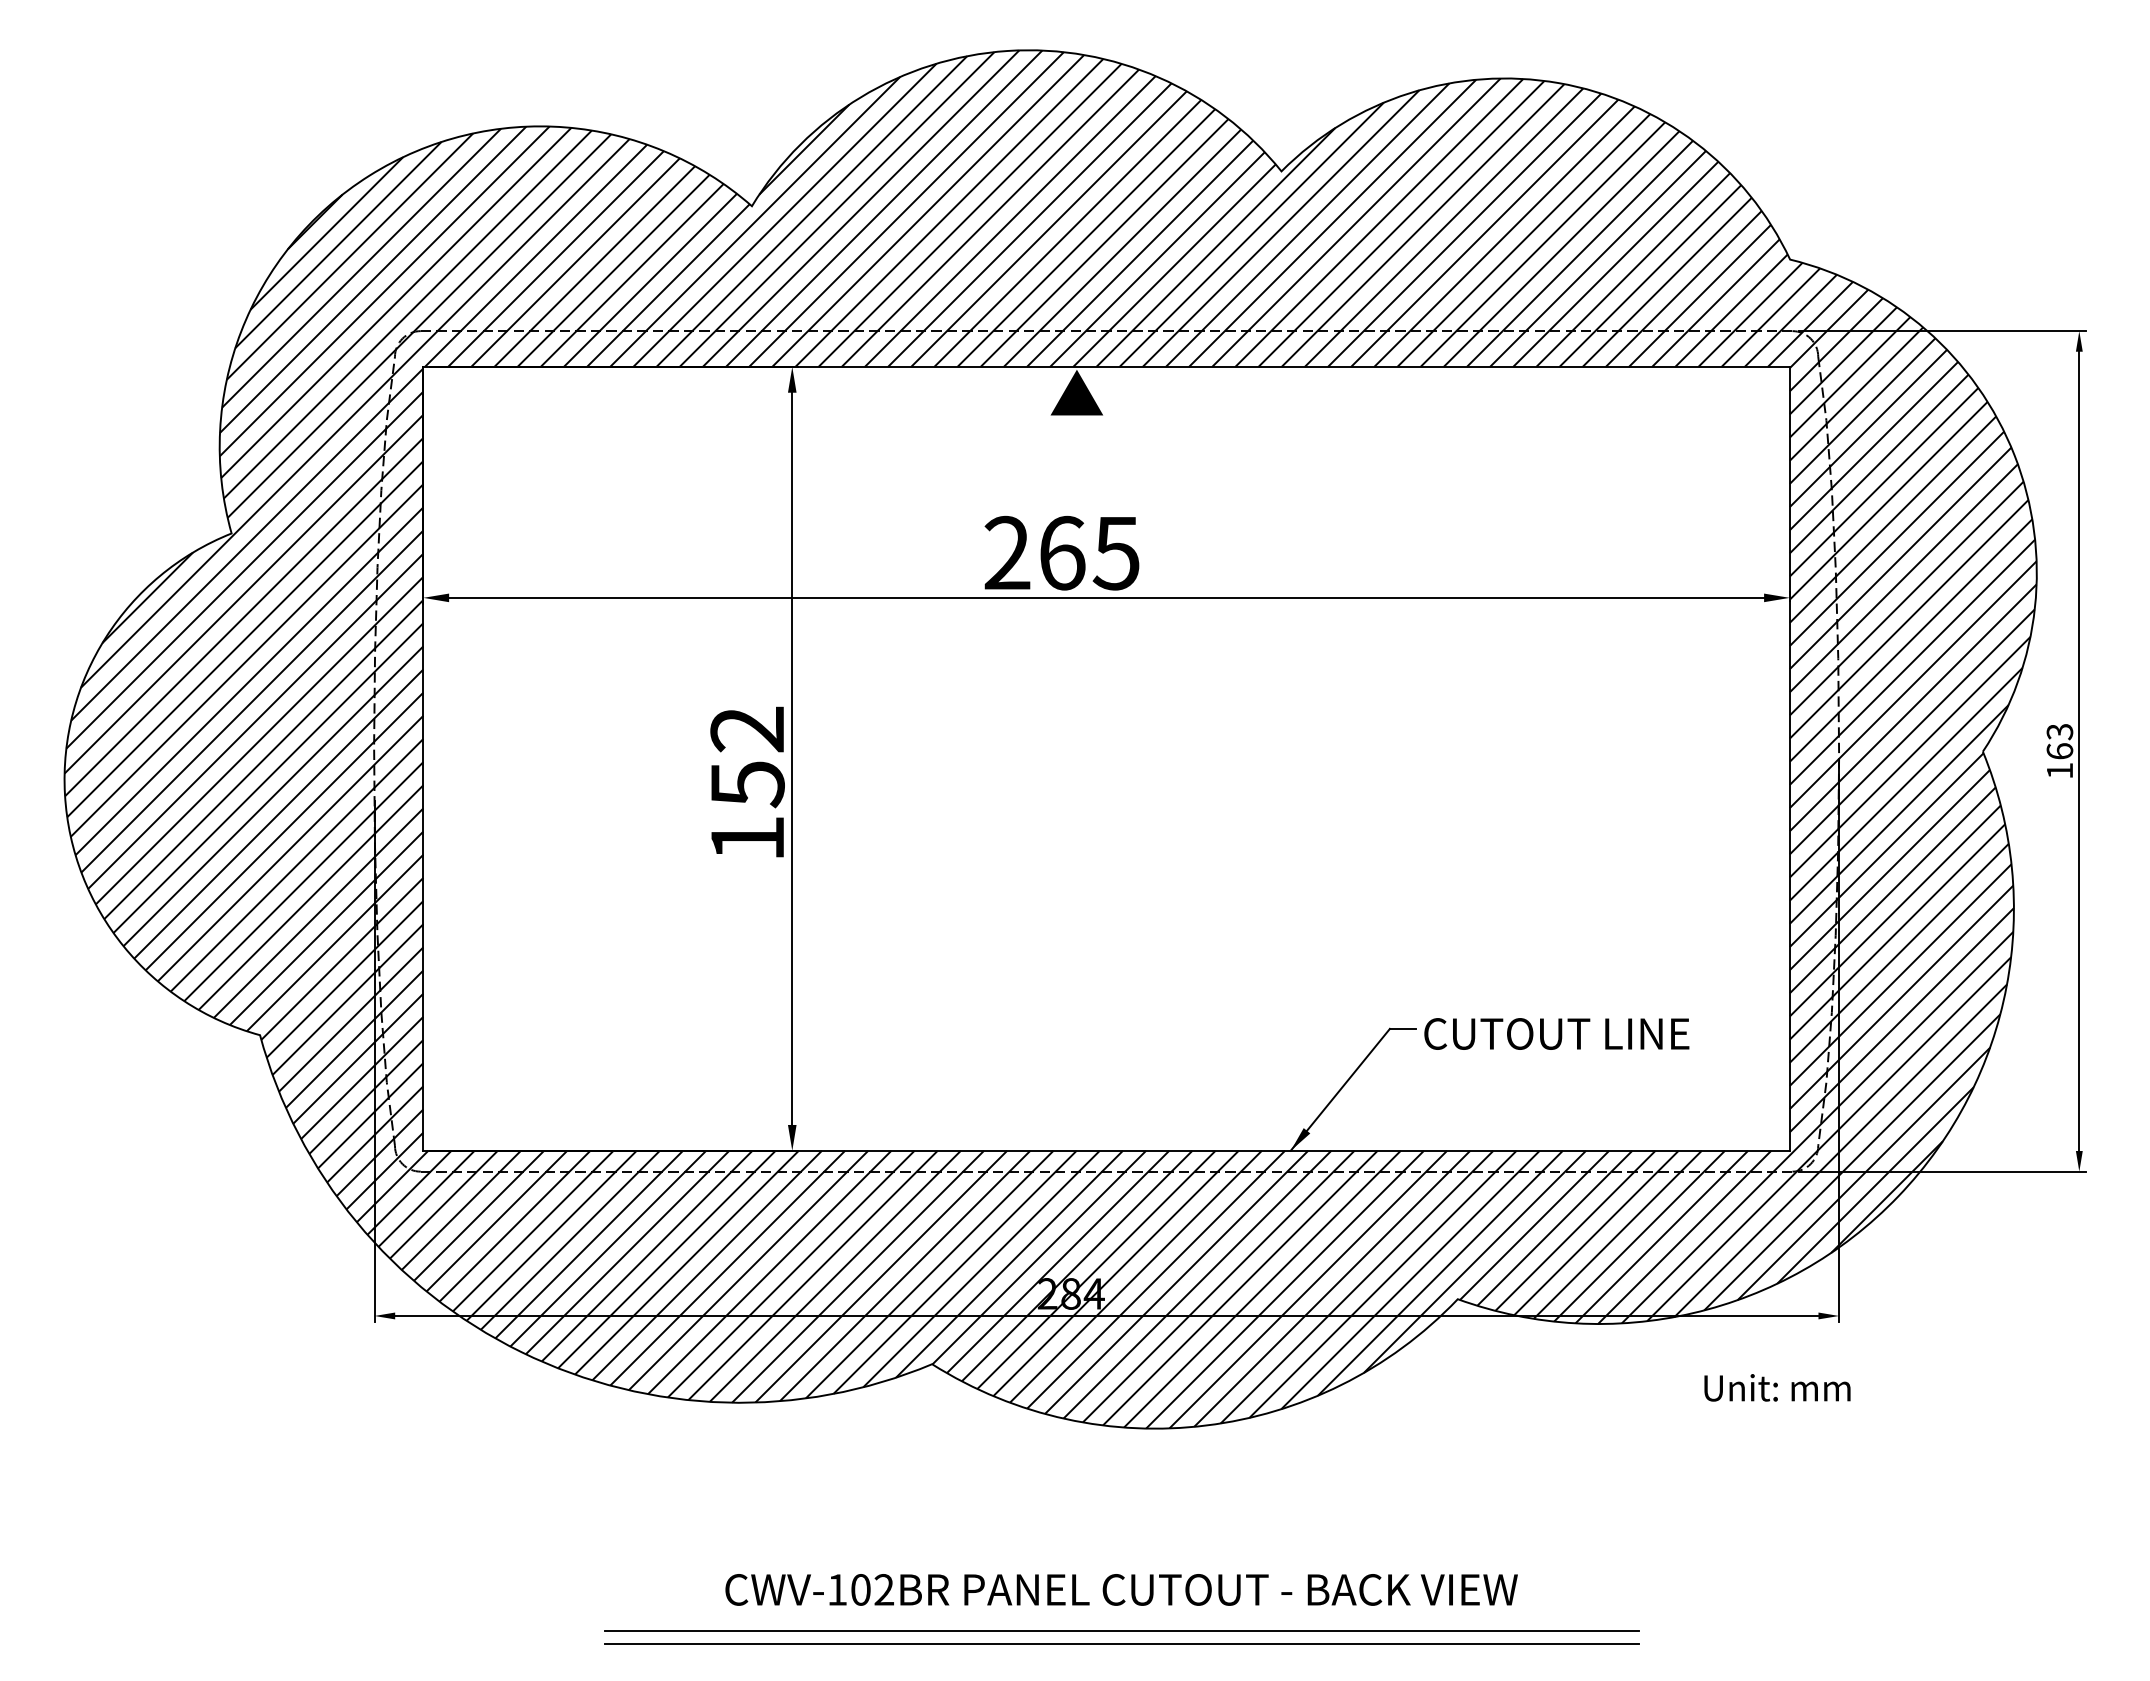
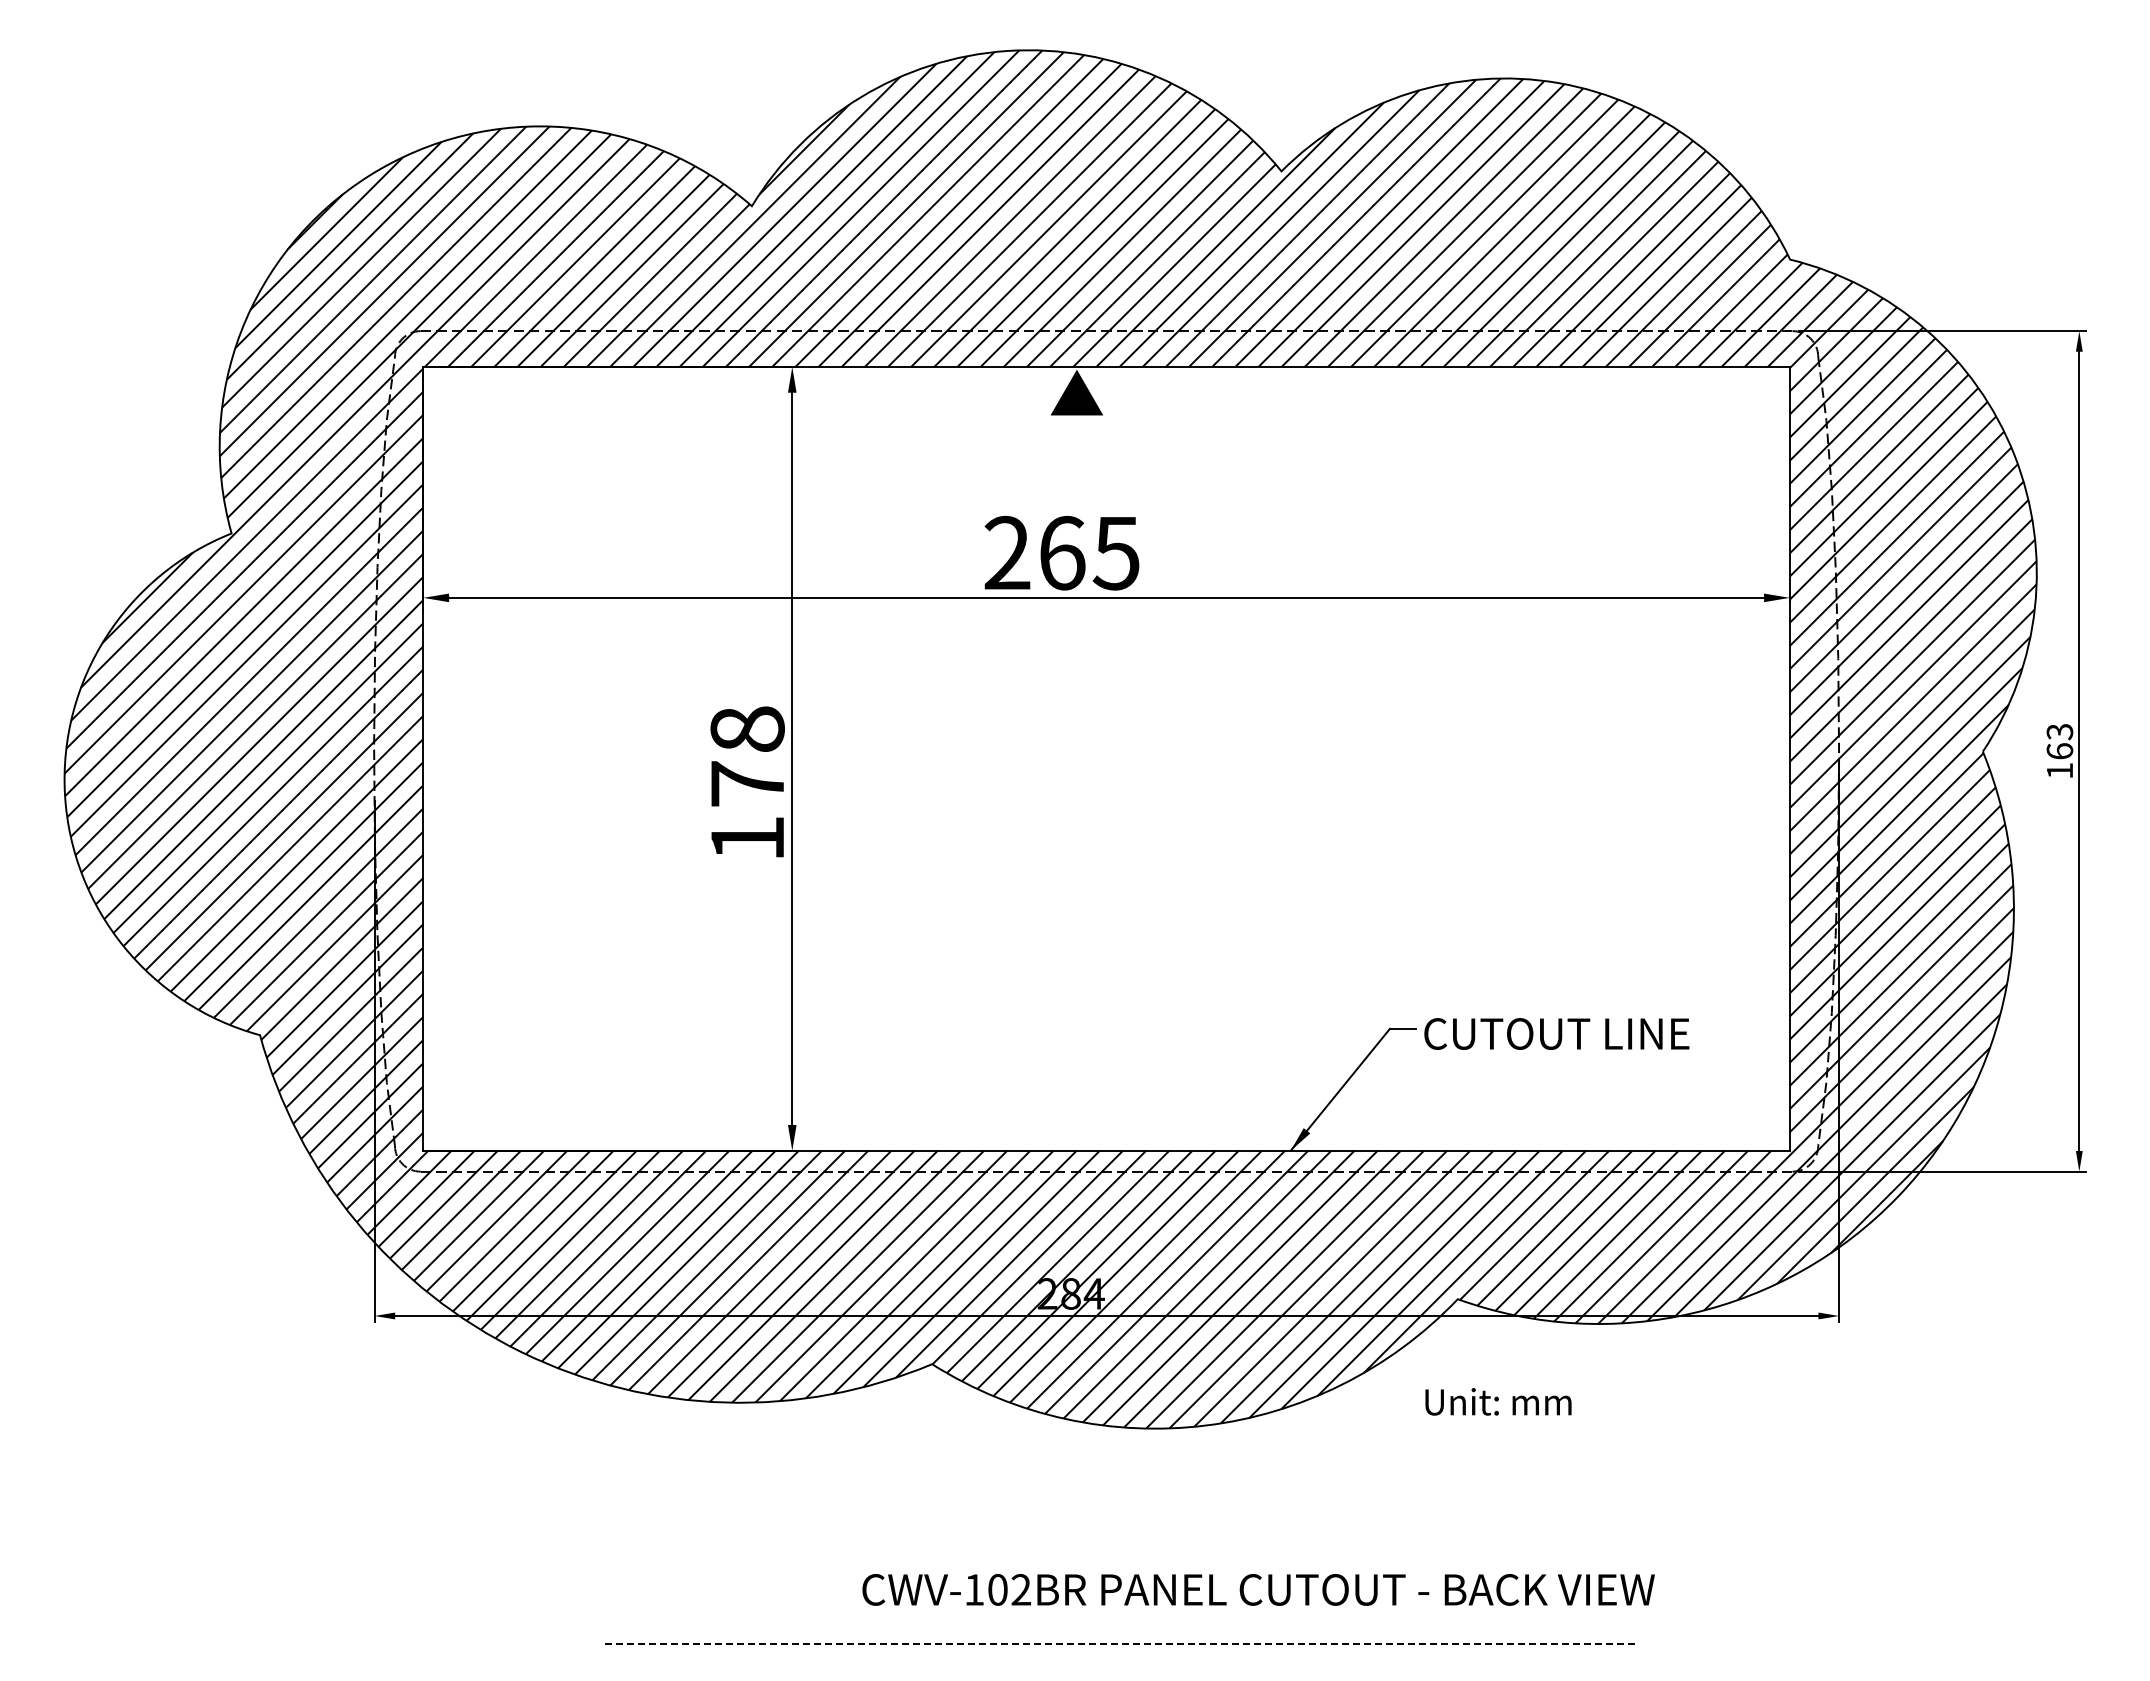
text at (747, 757): 152 -> 178
text at (1777, 1387) position: (1777, 1387) -> (1498, 1401)
text at (1121, 1589) position: (1121, 1589) -> (1258, 1589)
line at (1121, 1630): present -> none
line at (1121, 1643): solid -> dashed
